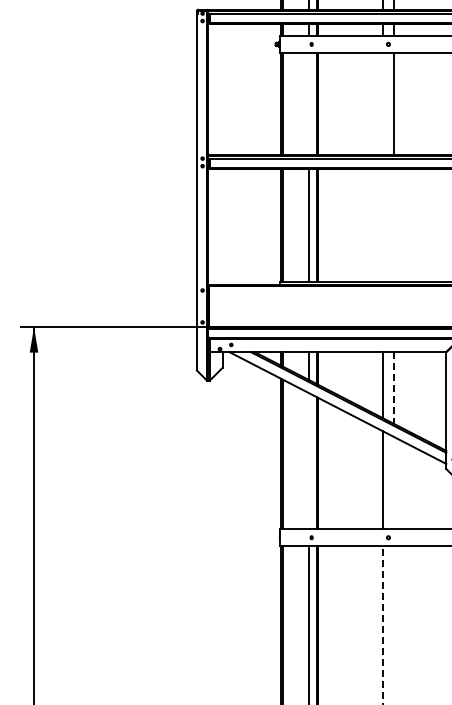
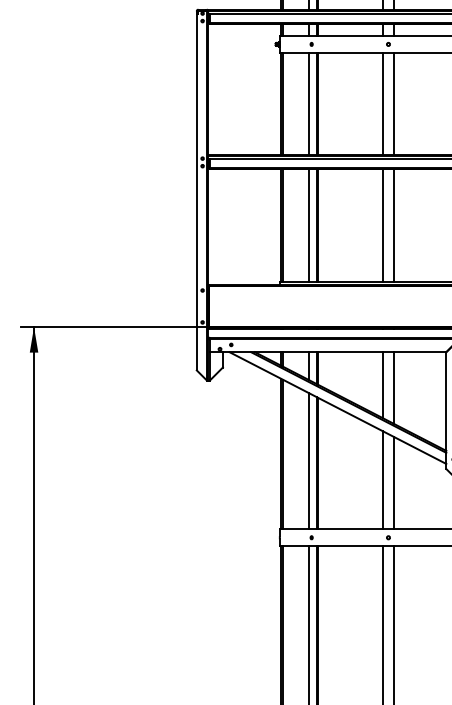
line at (308, 103): none -> present
line at (382, 103): none -> present
line at (382, 225): none -> present
line at (394, 225): none -> present
line at (394, 388): dashed -> solid
line at (308, 460): none -> present
line at (394, 483): none -> present
line at (394, 623): none -> present
line at (382, 625): dashed -> solid
